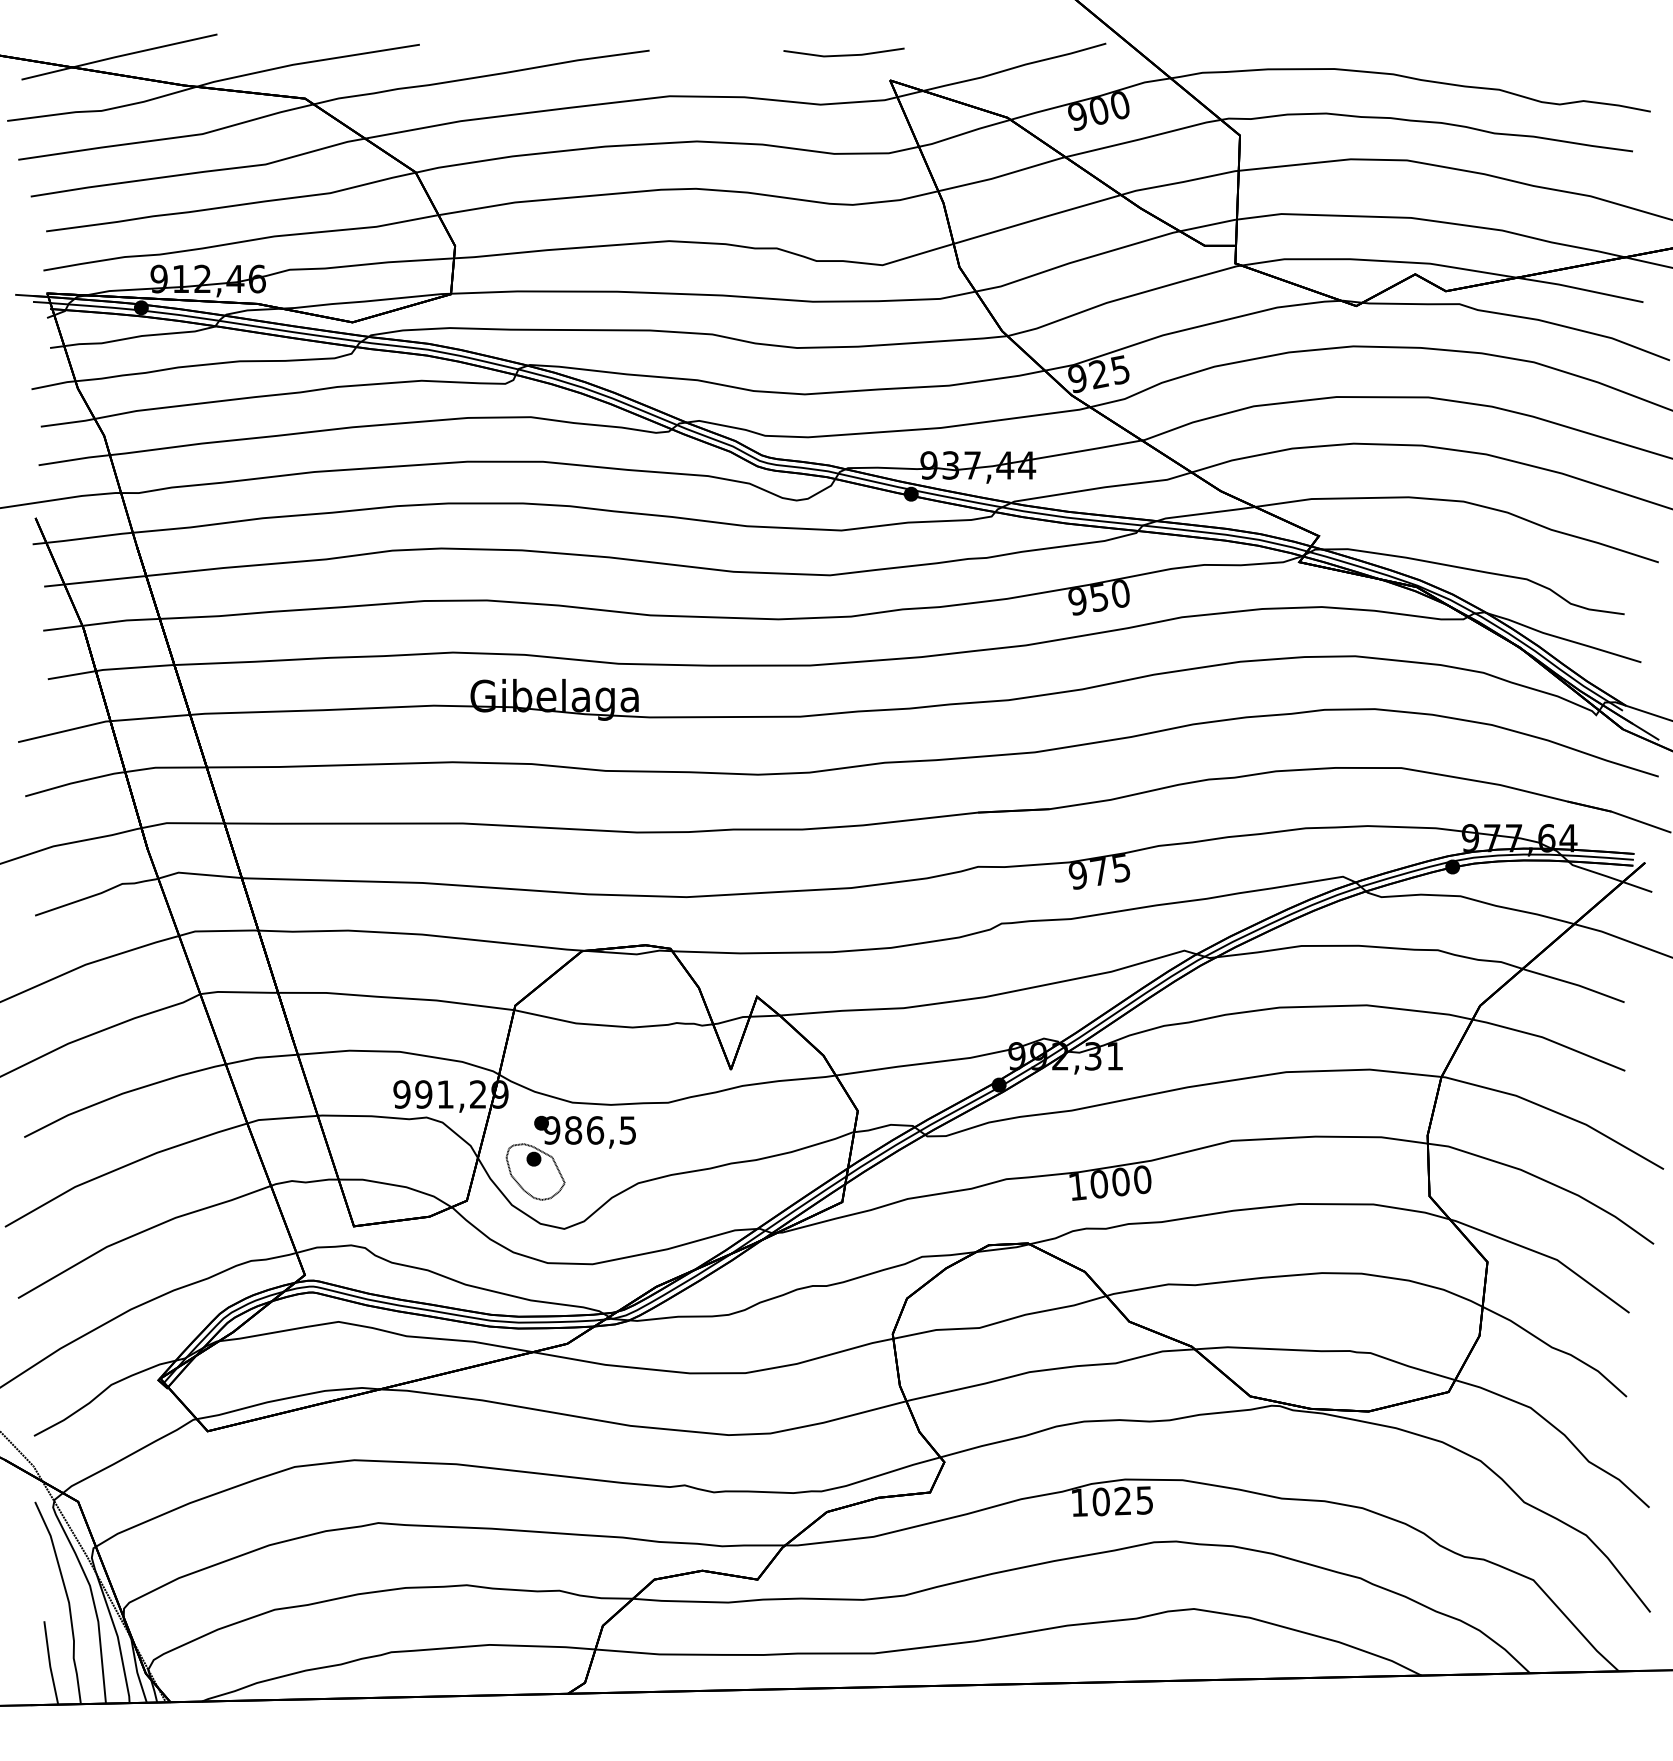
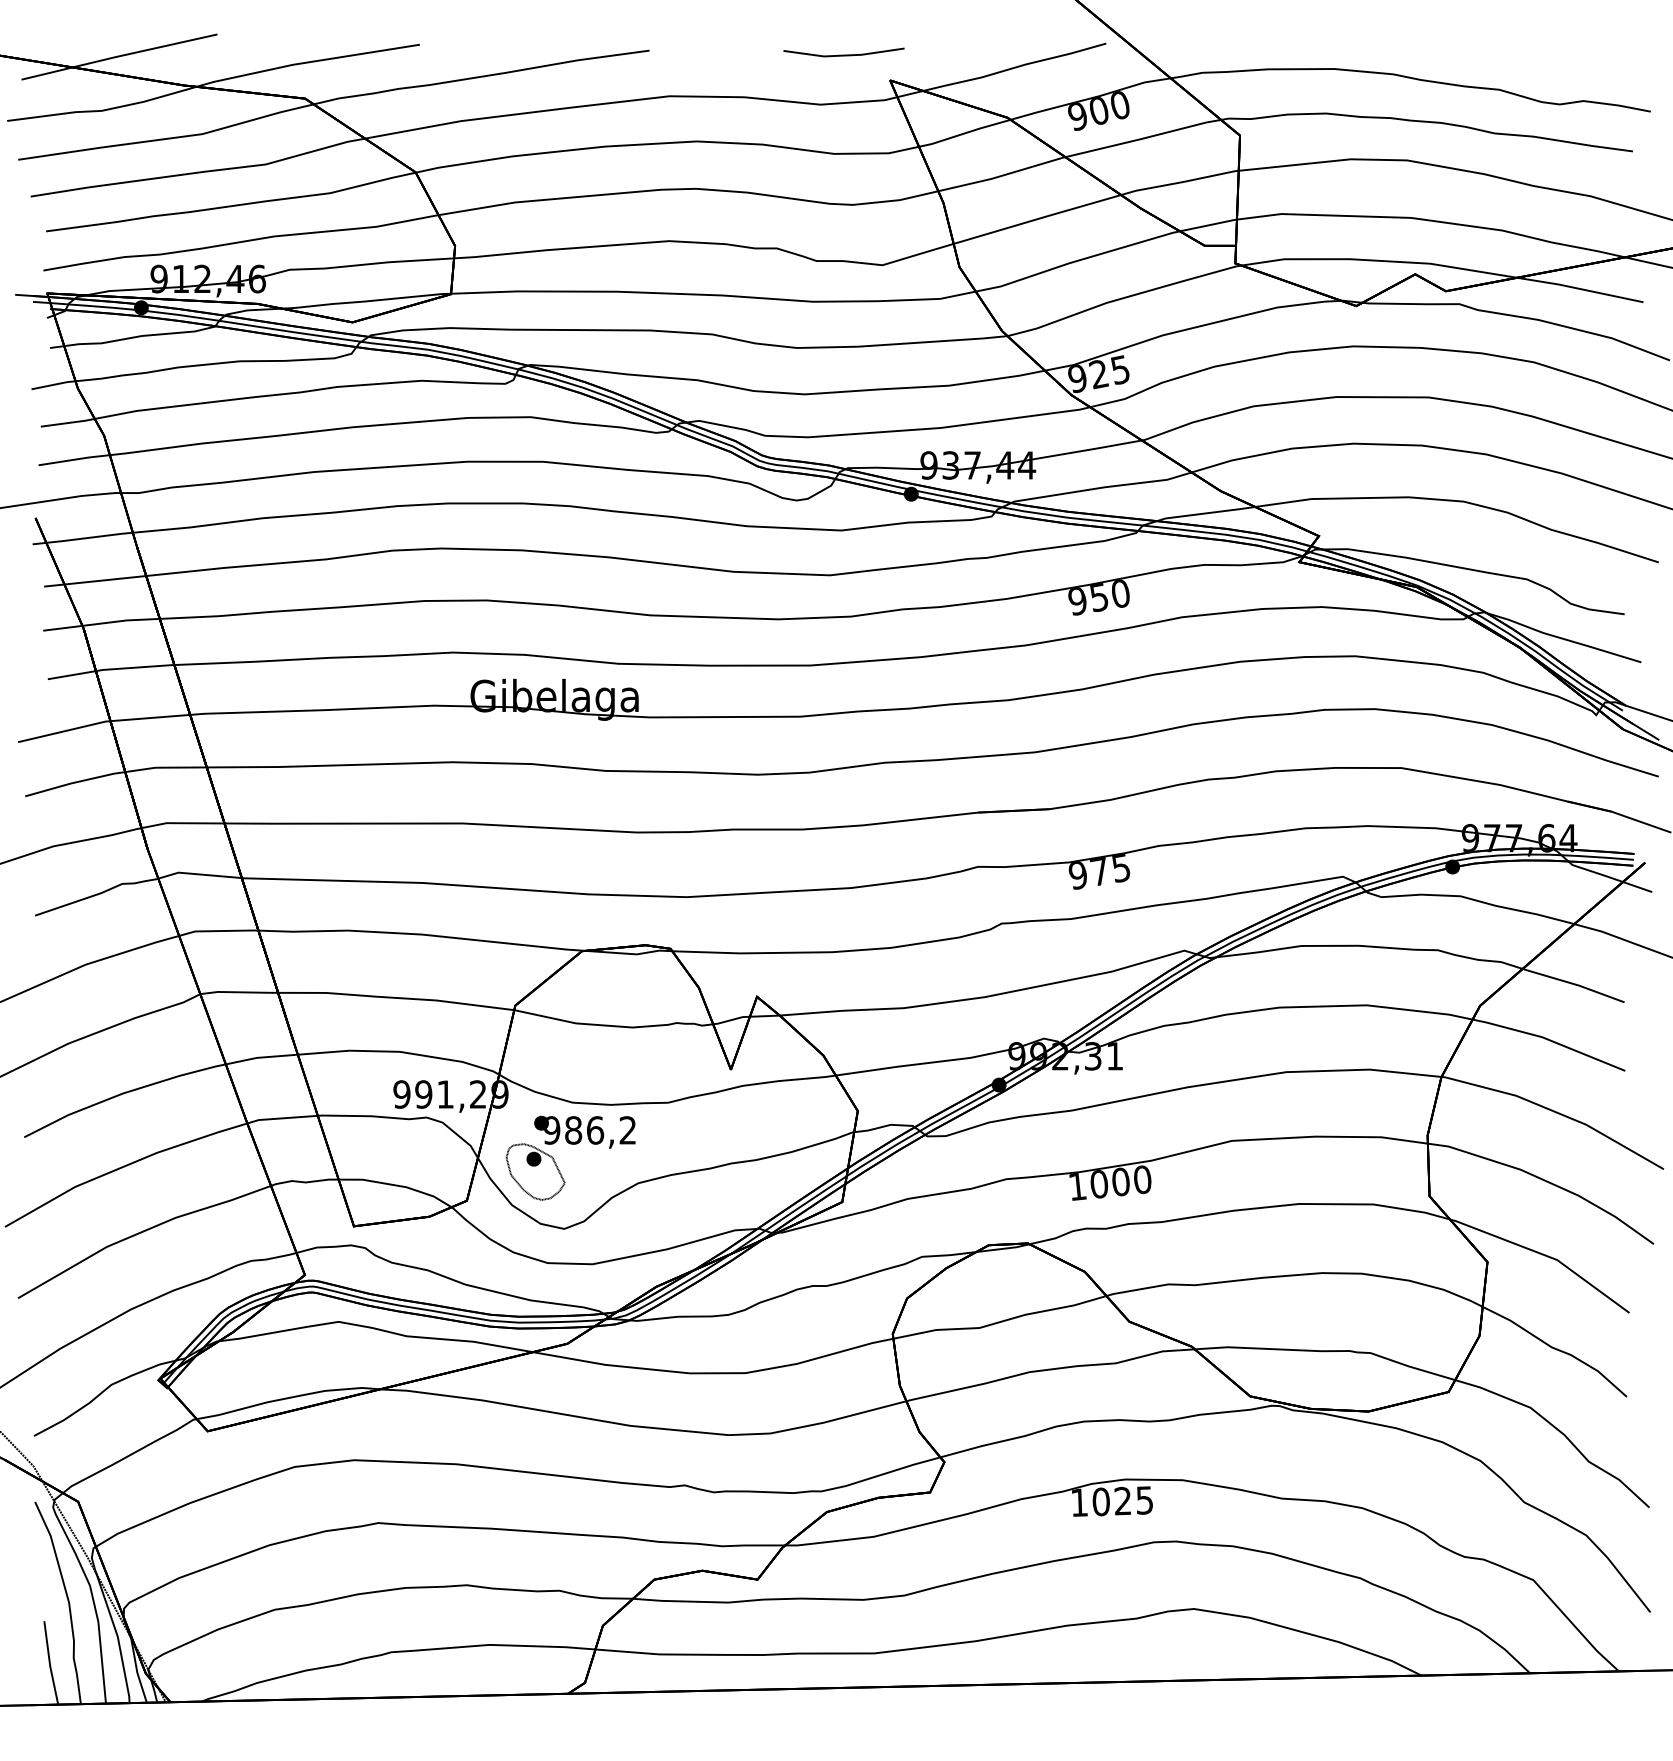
text at (627, 1130): 986,5 -> 986,2
